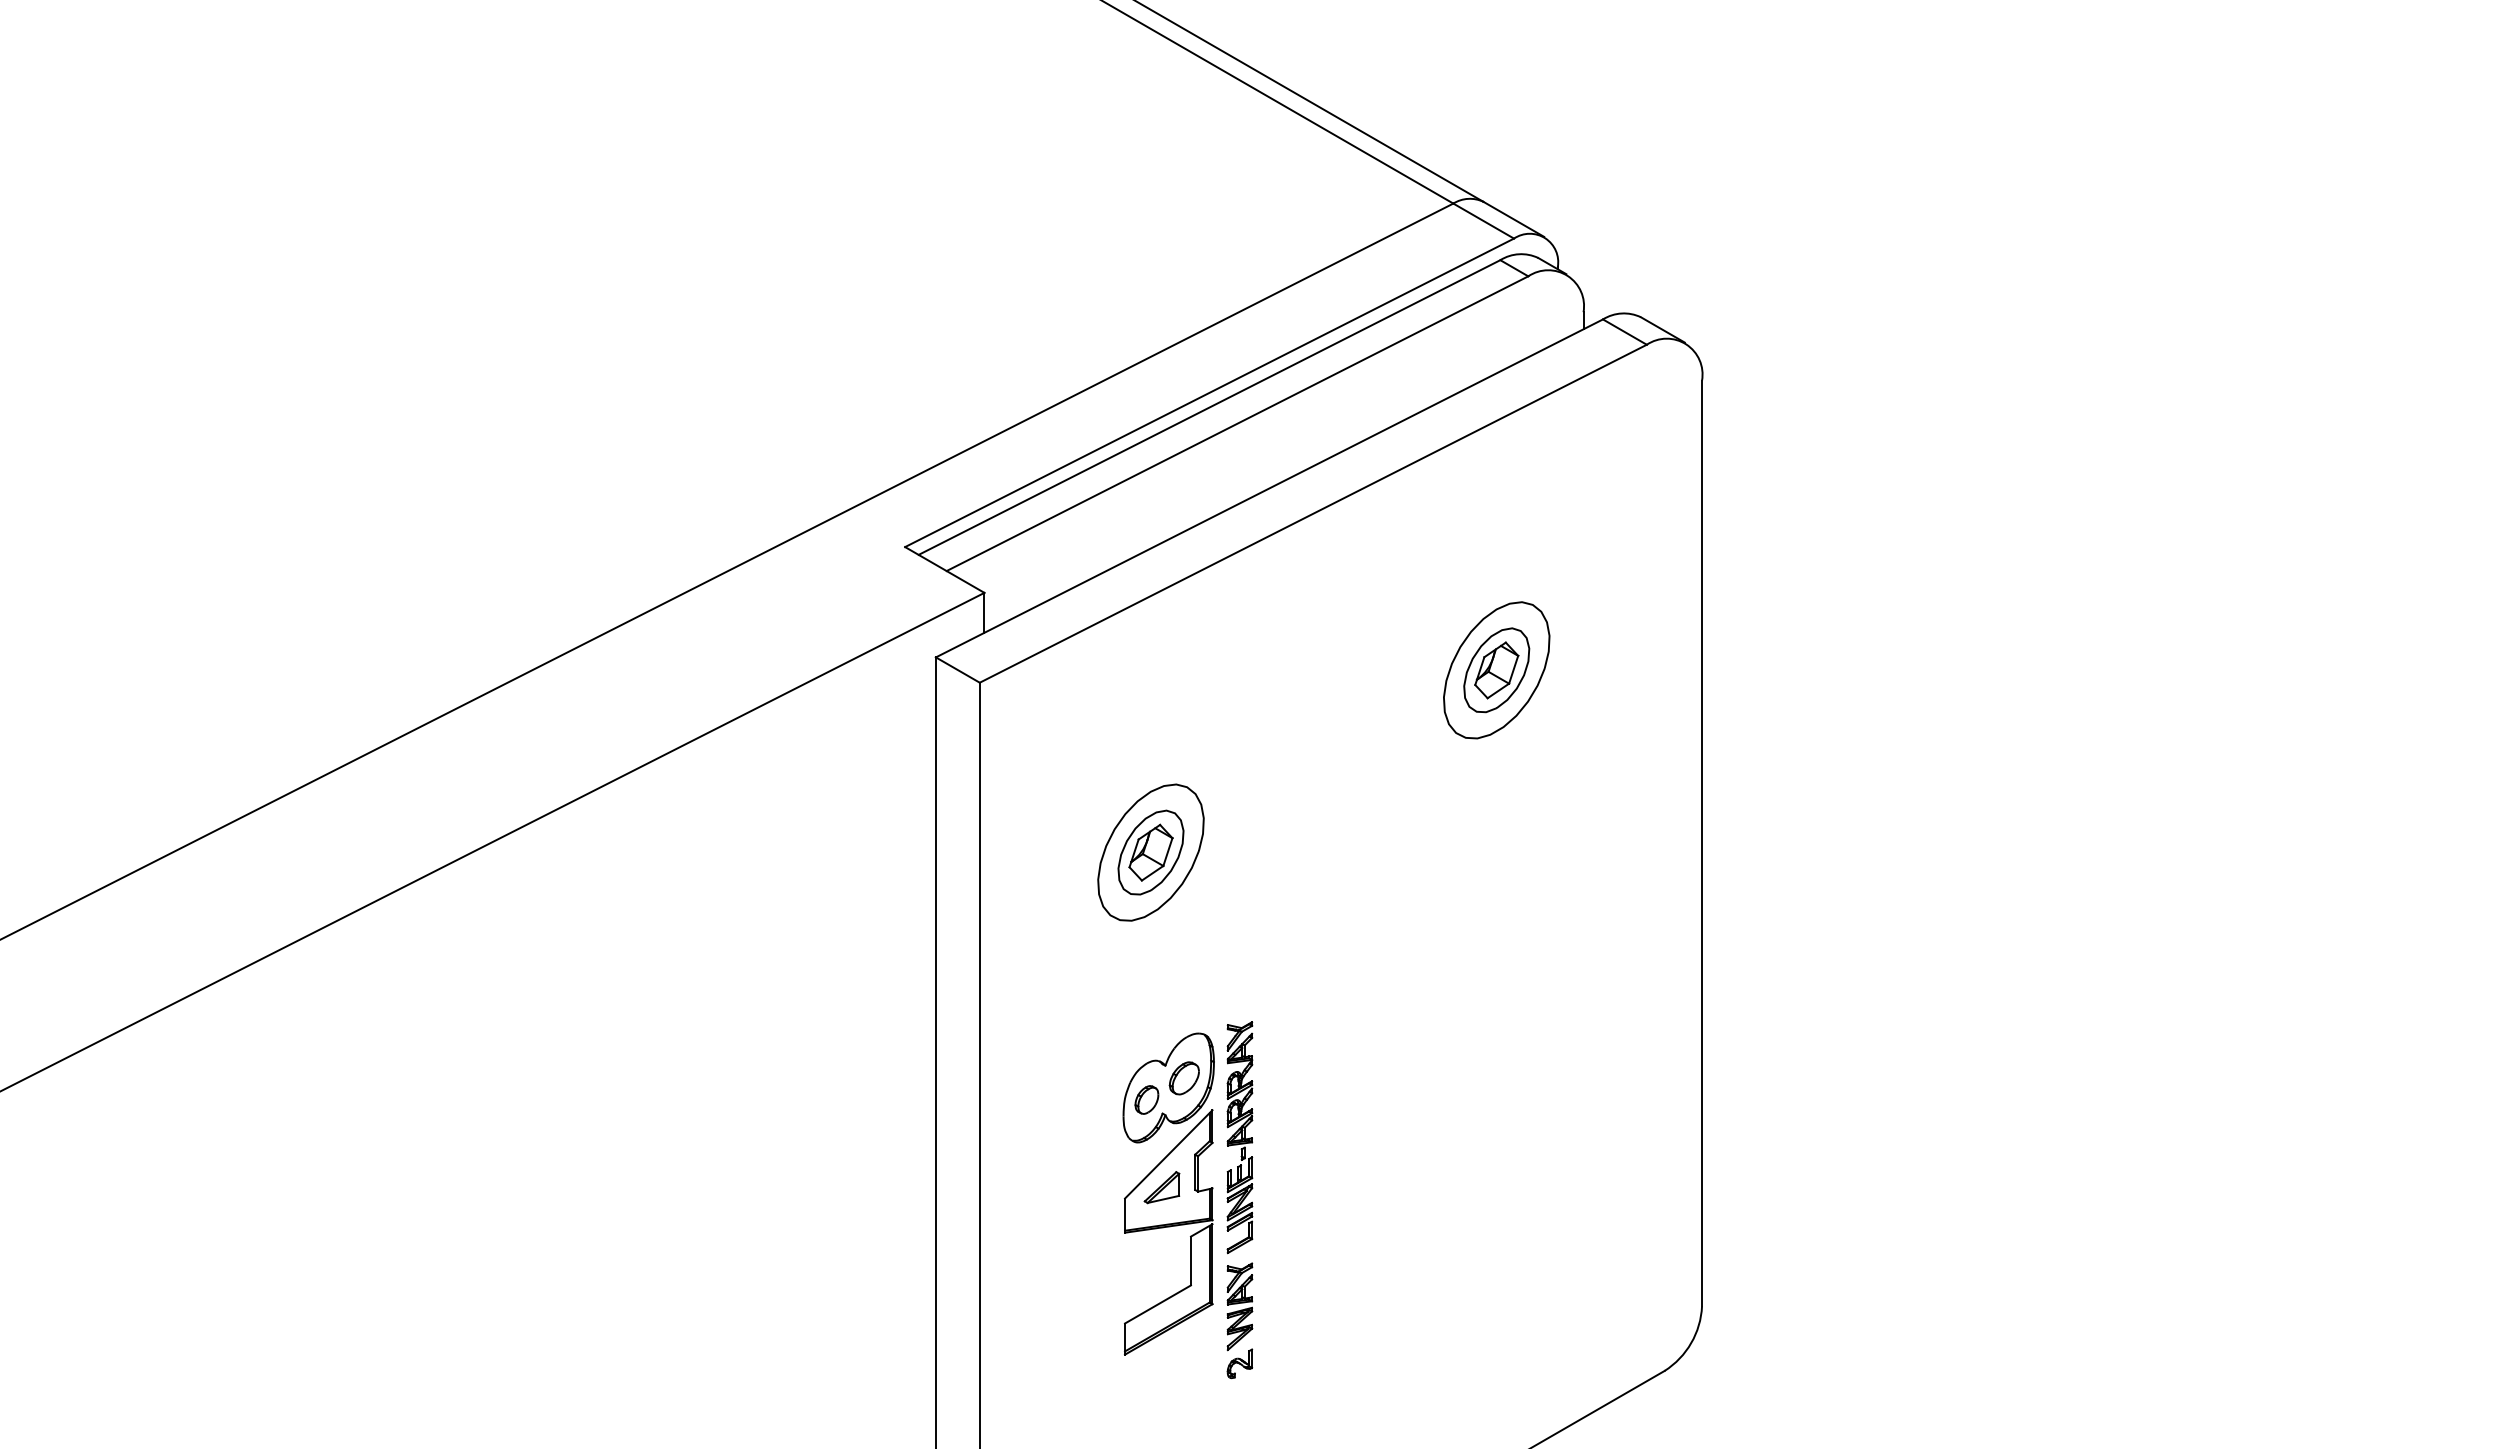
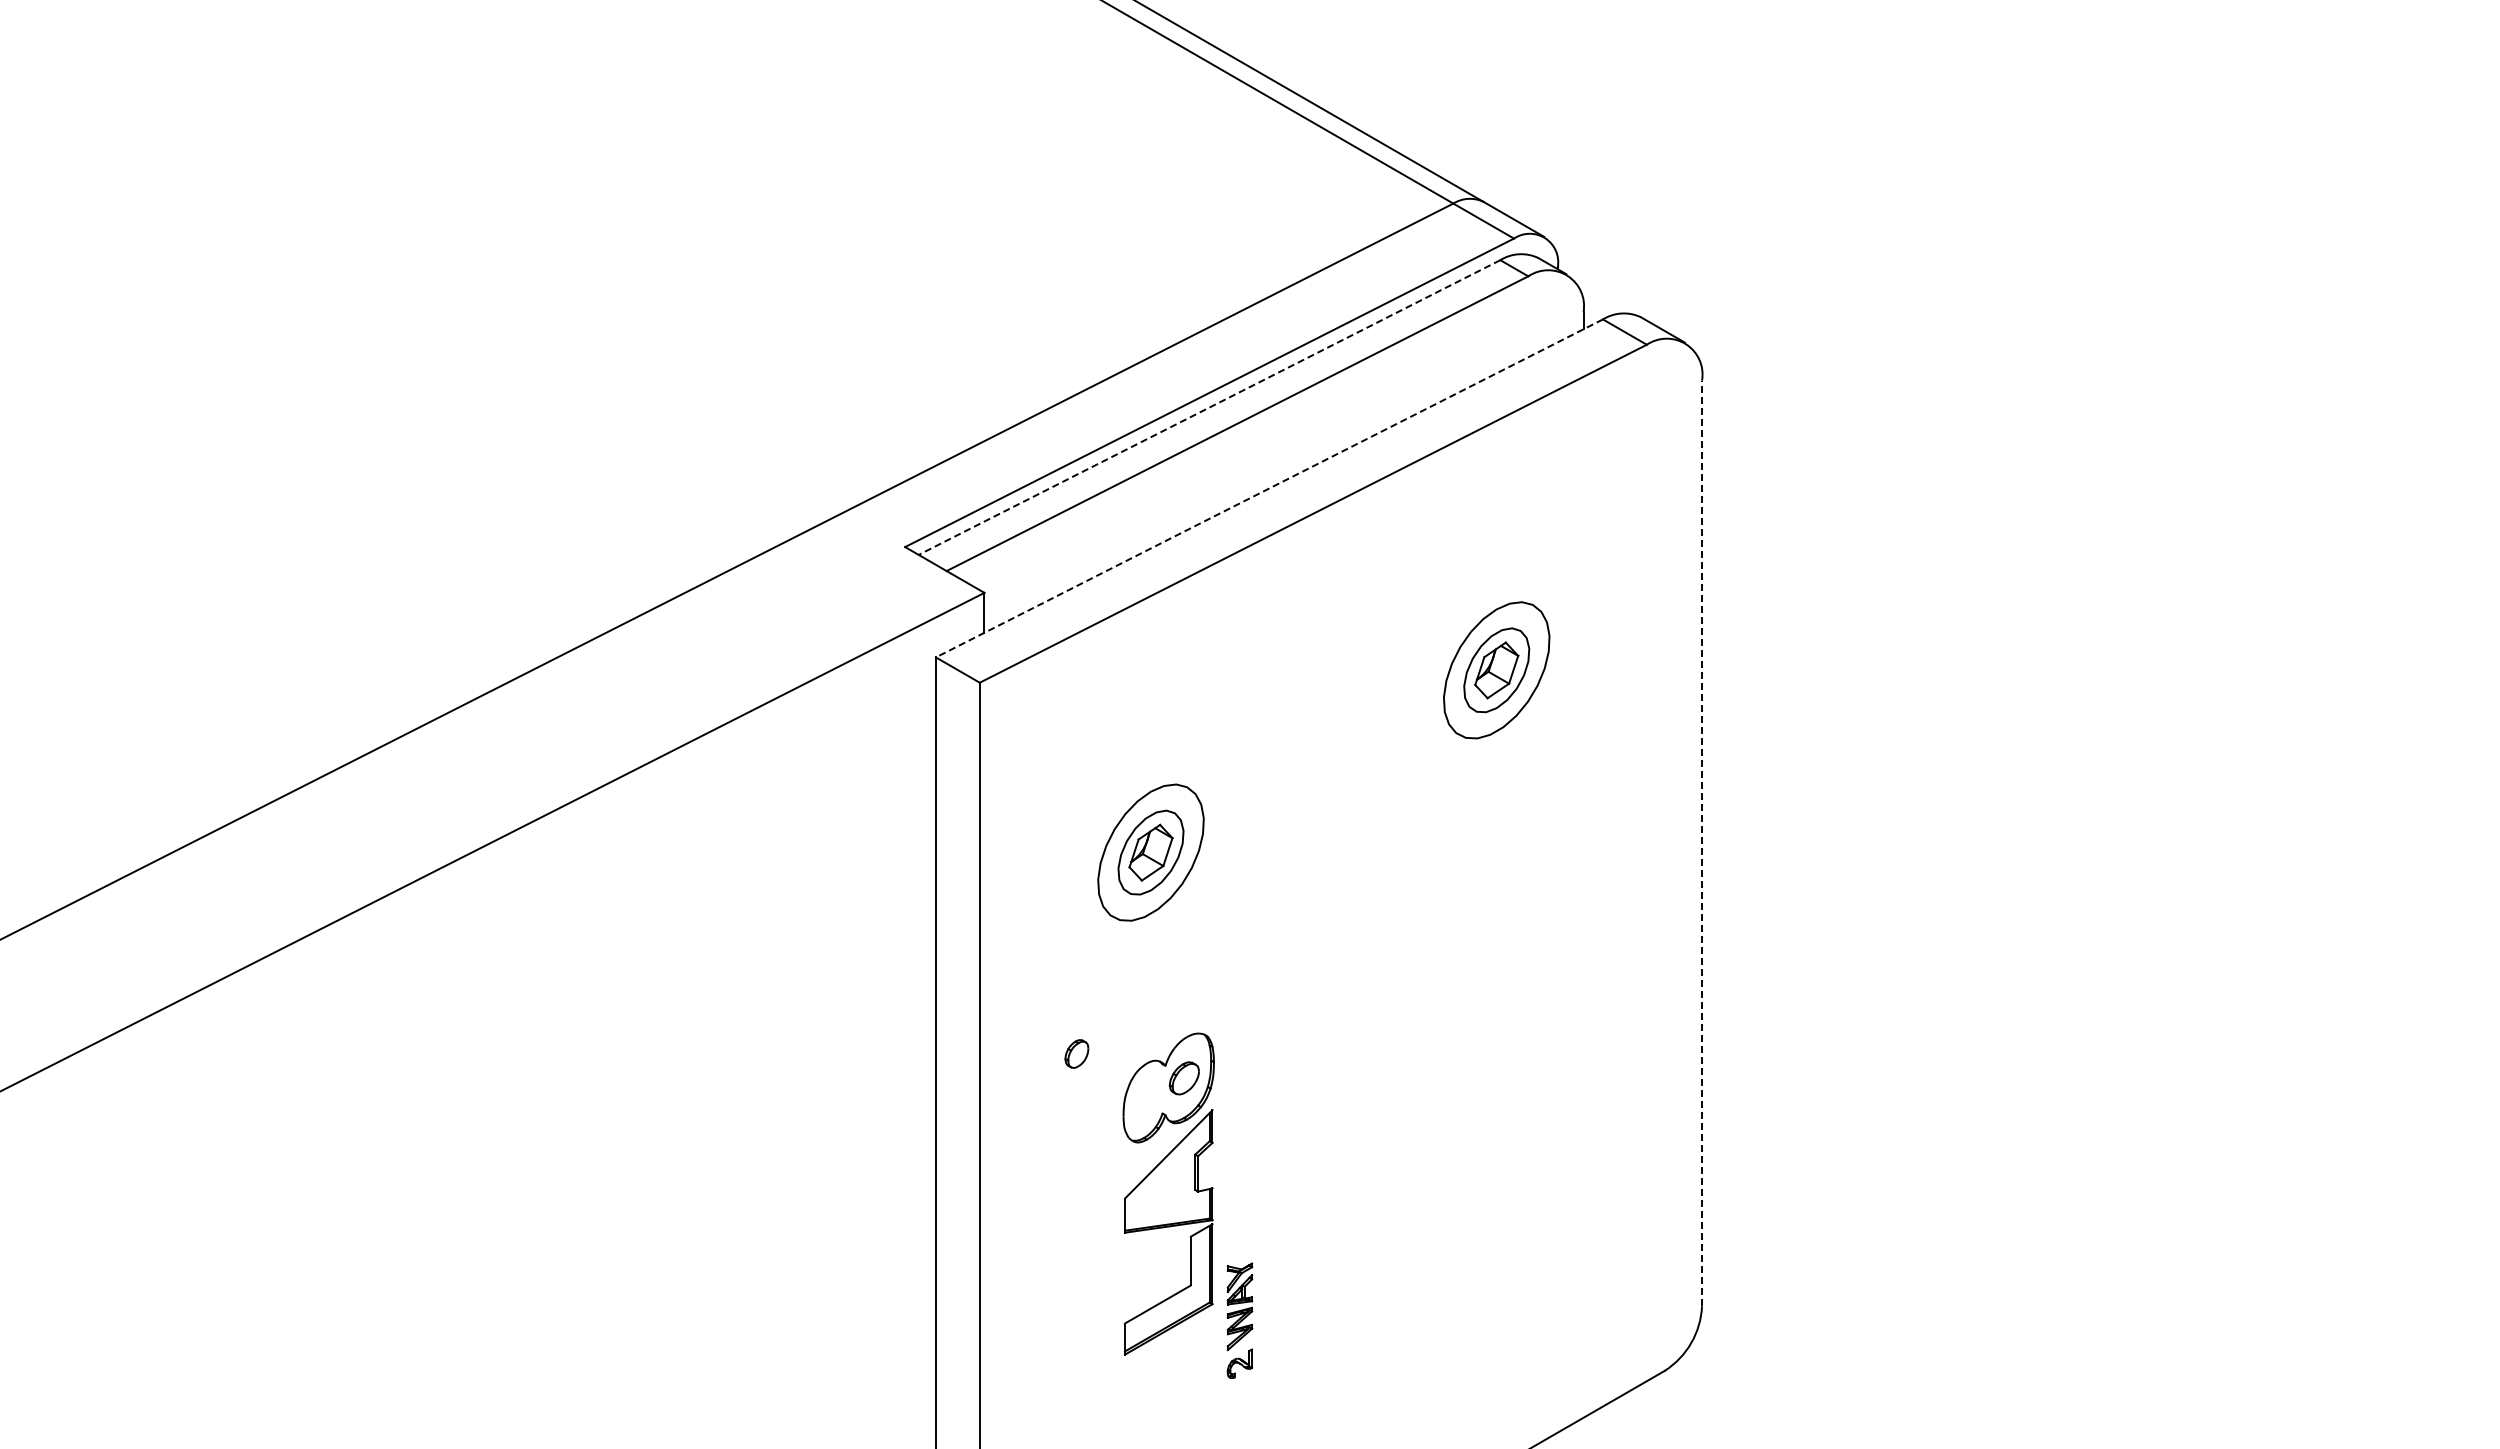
line at (1209, 407): solid -> dashed
line at (1269, 488): solid -> dashed
line at (1702, 843): solid -> dashed
part at (1146, 1099) position: (1146, 1099) -> (1076, 1053)
part at (1239, 1137): present -> none
part at (1161, 1187): present -> none
